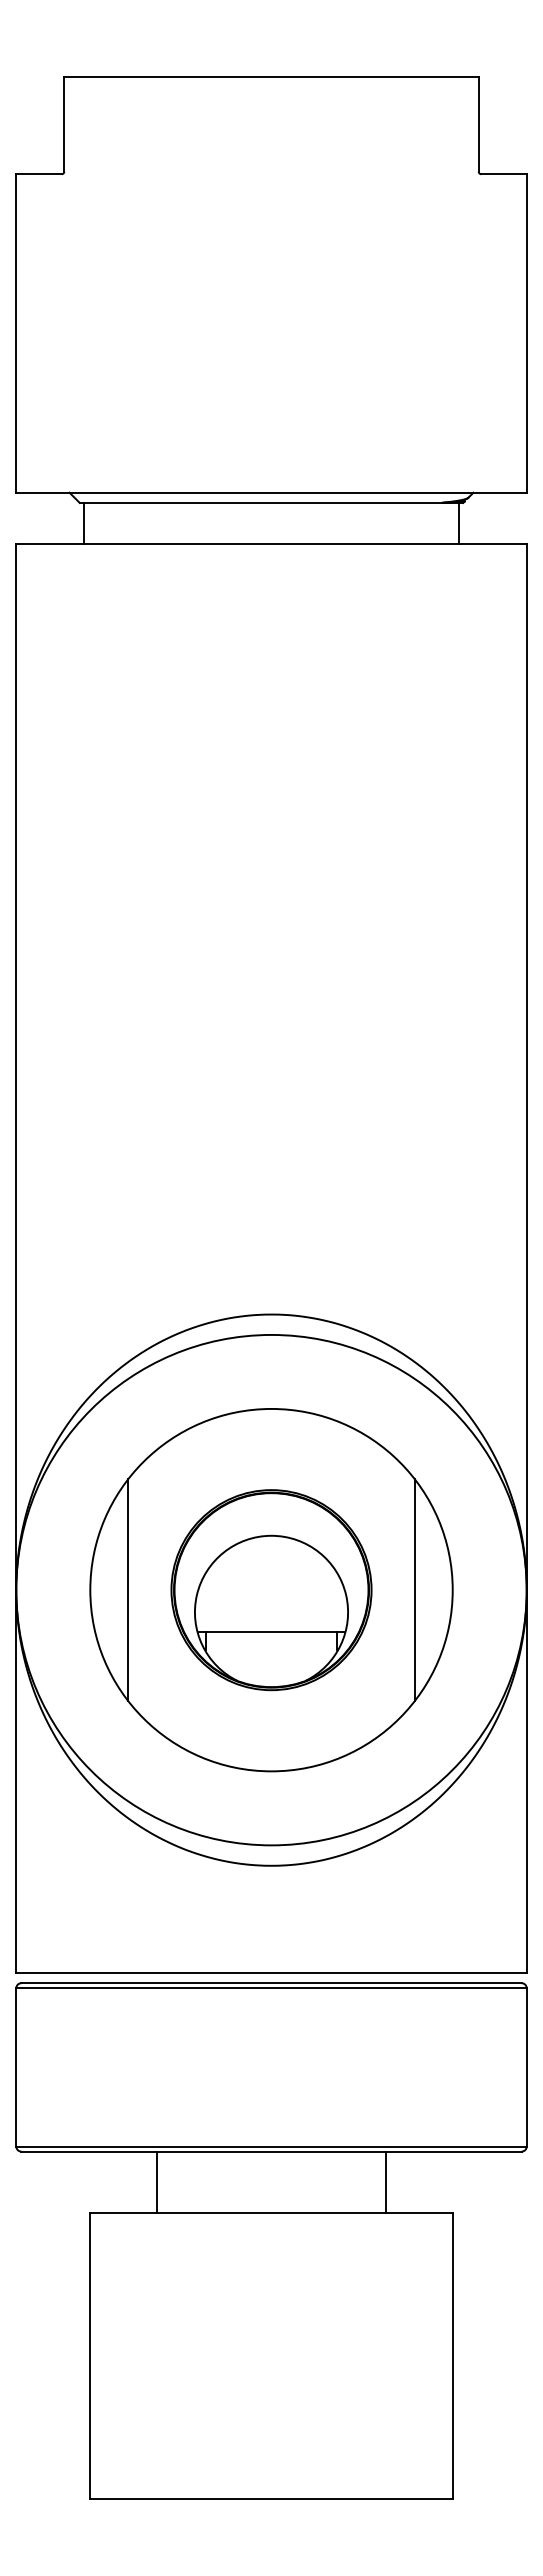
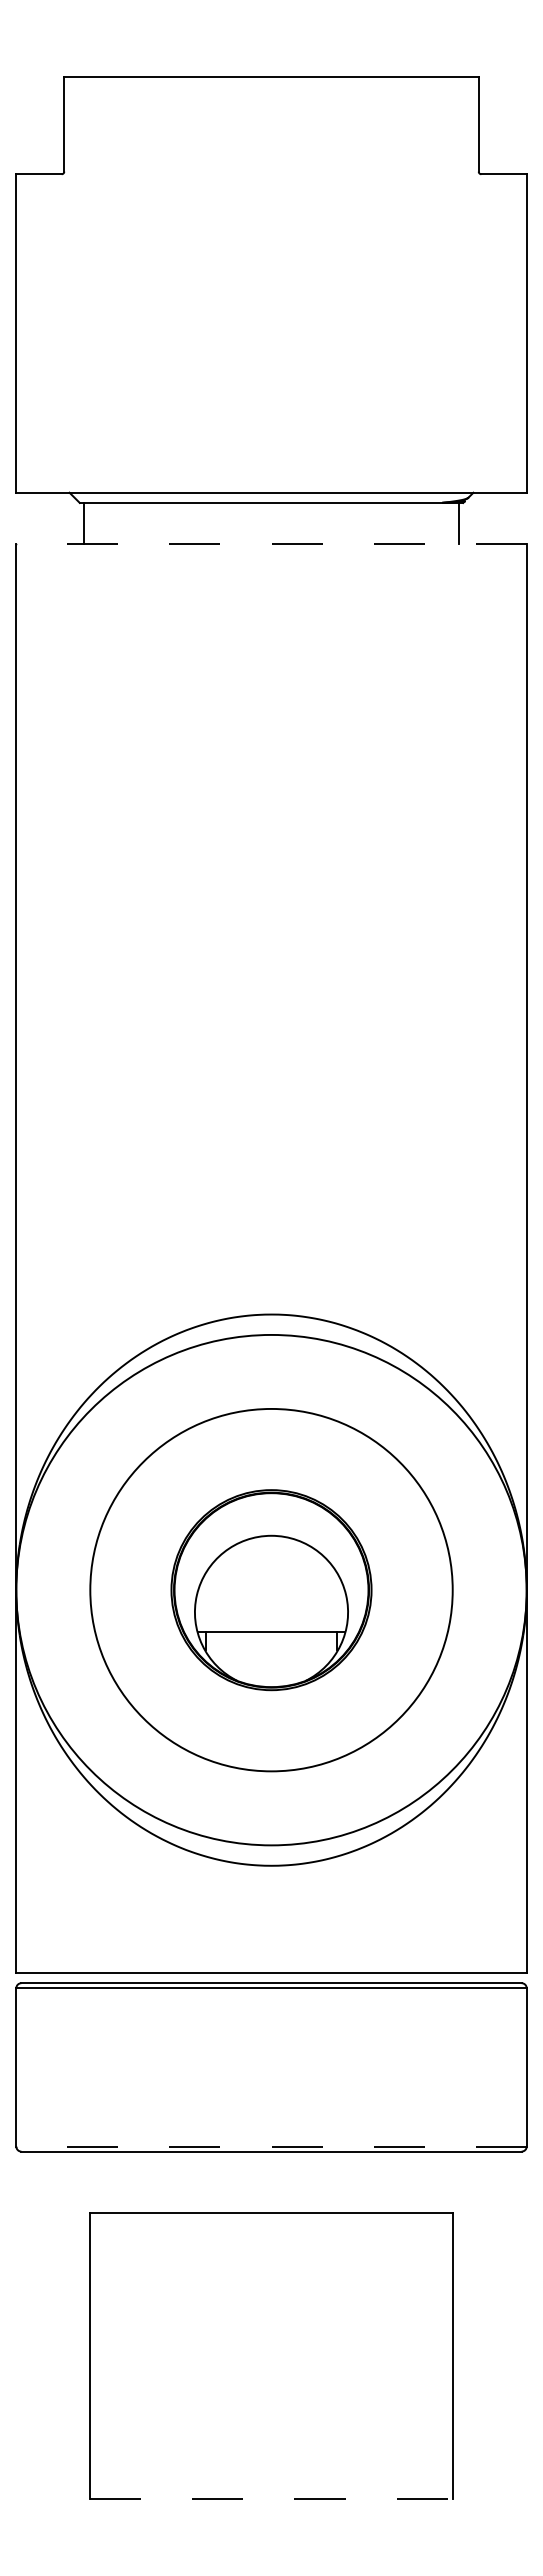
line at (271, 543): solid -> dashed
line at (128, 1589): present -> none
line at (414, 1589): present -> none
line at (271, 2146): solid -> dashed
line at (156, 2181): present -> none
line at (386, 2181): present -> none
line at (272, 2498): solid -> dashed
